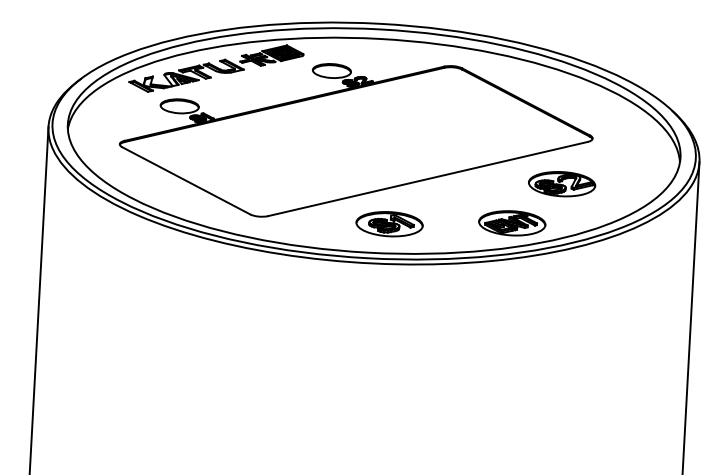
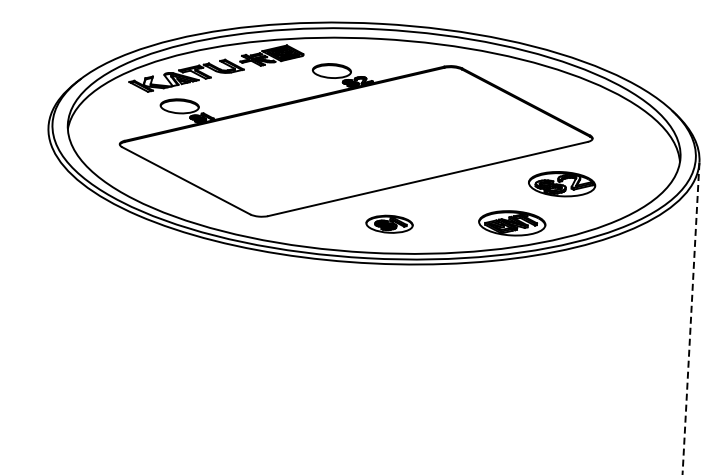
part at (389, 224) size: 69x27 px -> 49x20 px
line at (38, 298): present -> none
line at (691, 317): solid -> dashed
